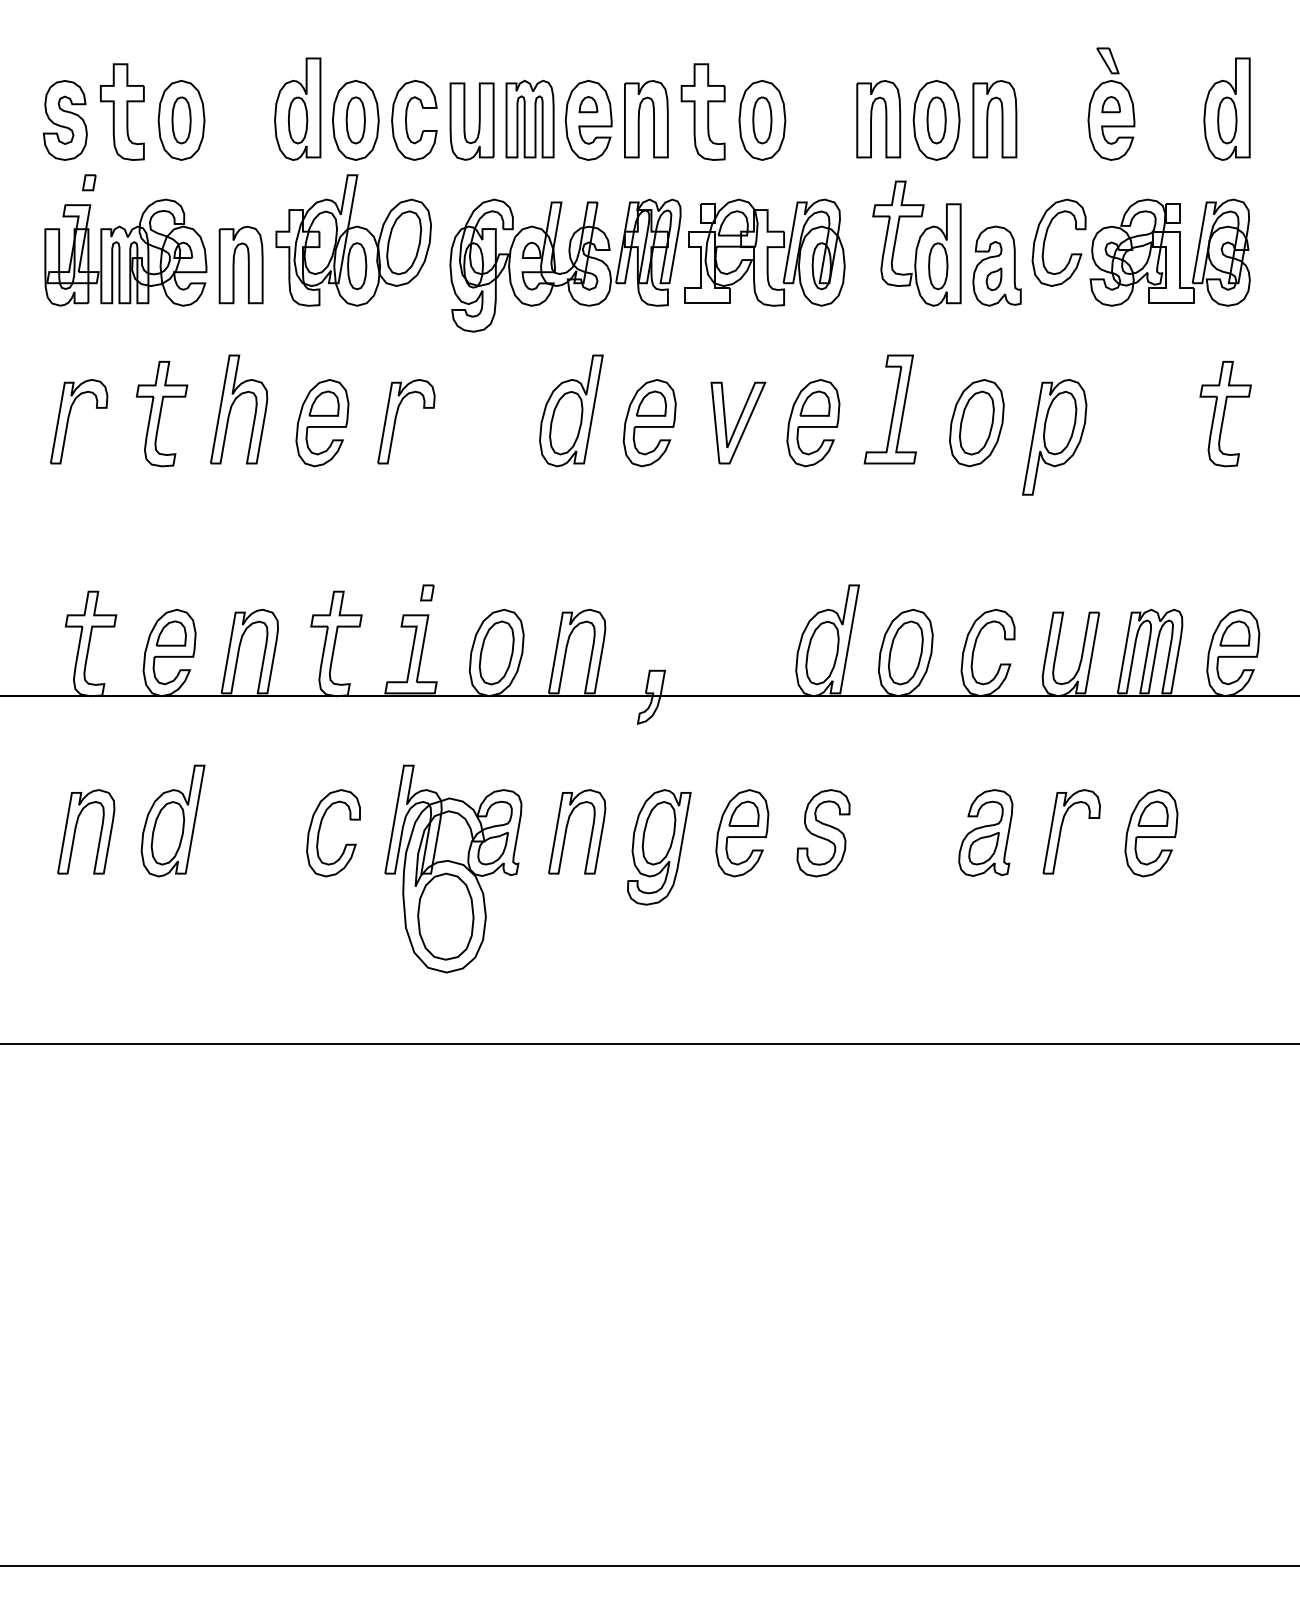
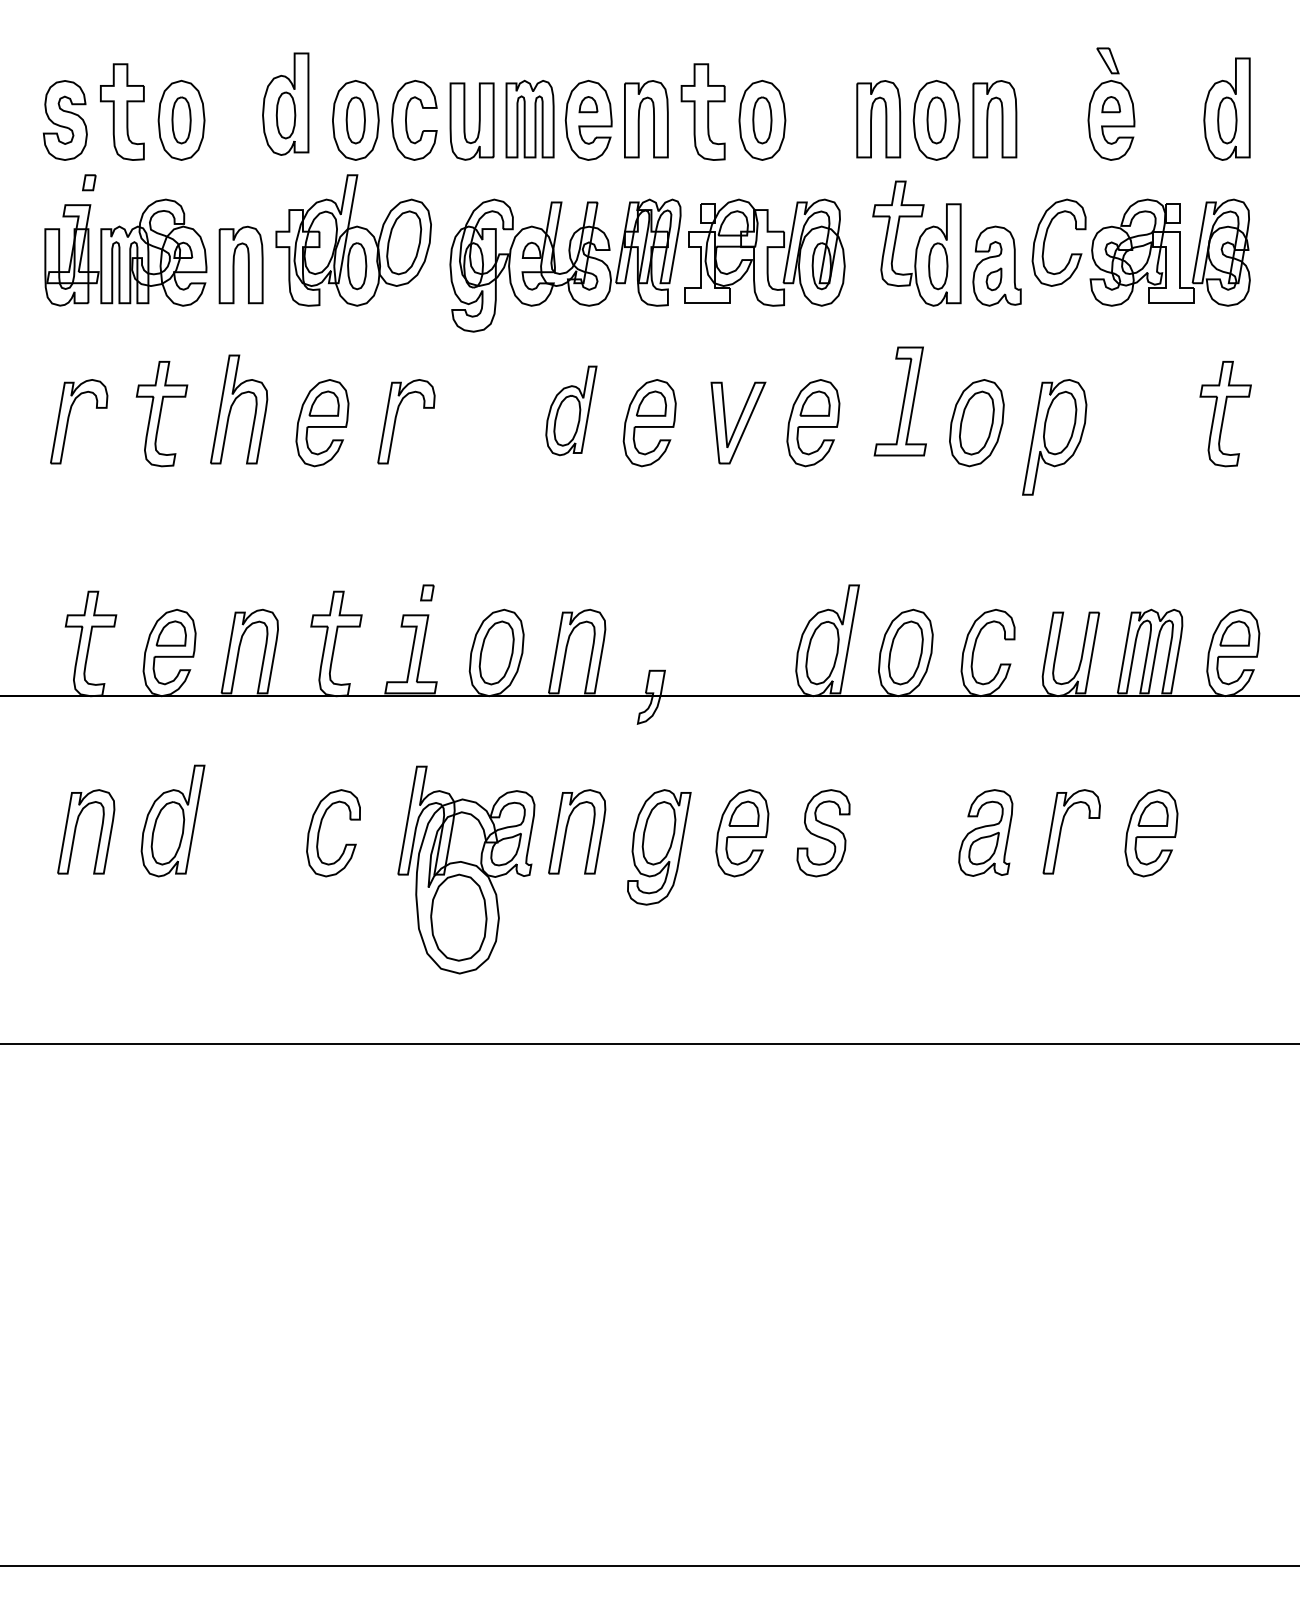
part at (297, 108) position: (297, 108) -> (285, 103)
part at (889, 409) position: (889, 409) -> (899, 401)
part at (571, 410) size: 65x114 px -> 53x92 px
part at (453, 868) position: (453, 868) -> (466, 869)
